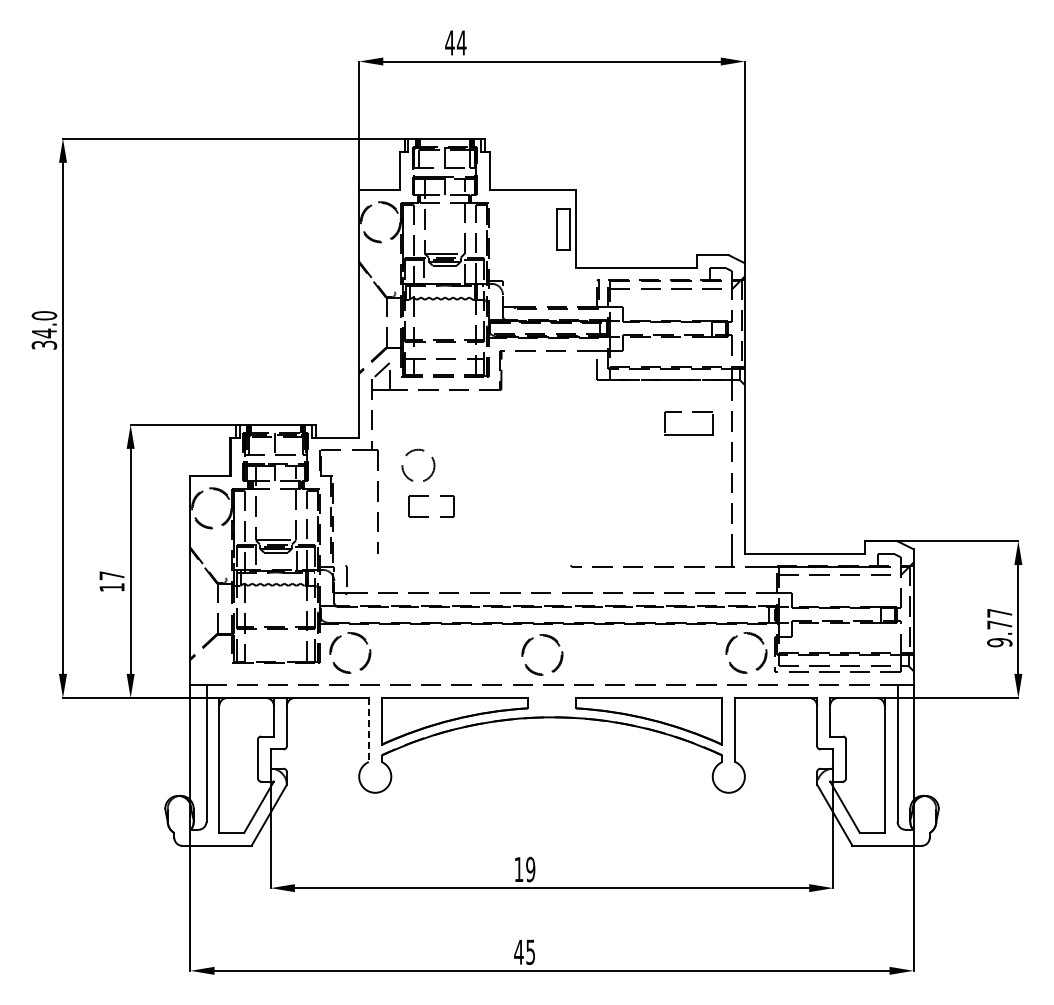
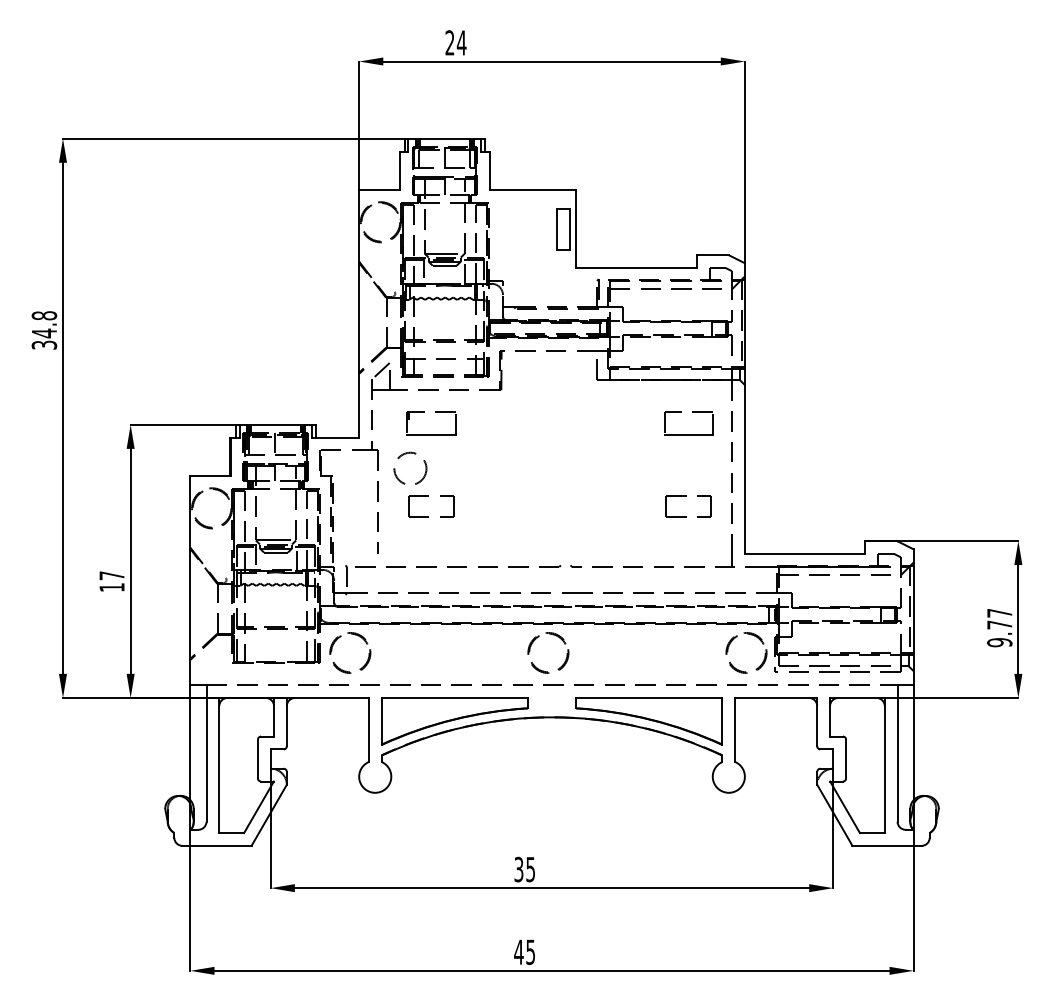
text at (449, 42): 44 -> 24
text at (44, 315): 34.0 -> 34.8
part at (431, 434): none -> present
circle at (418, 464) position: (418, 464) -> (410, 467)
part at (686, 496): none -> present
part at (458, 566): none -> present
circle at (542, 654) position: (542, 654) -> (548, 652)
line at (368, 730): dashed -> solid
text at (524, 869): 19 -> 35
